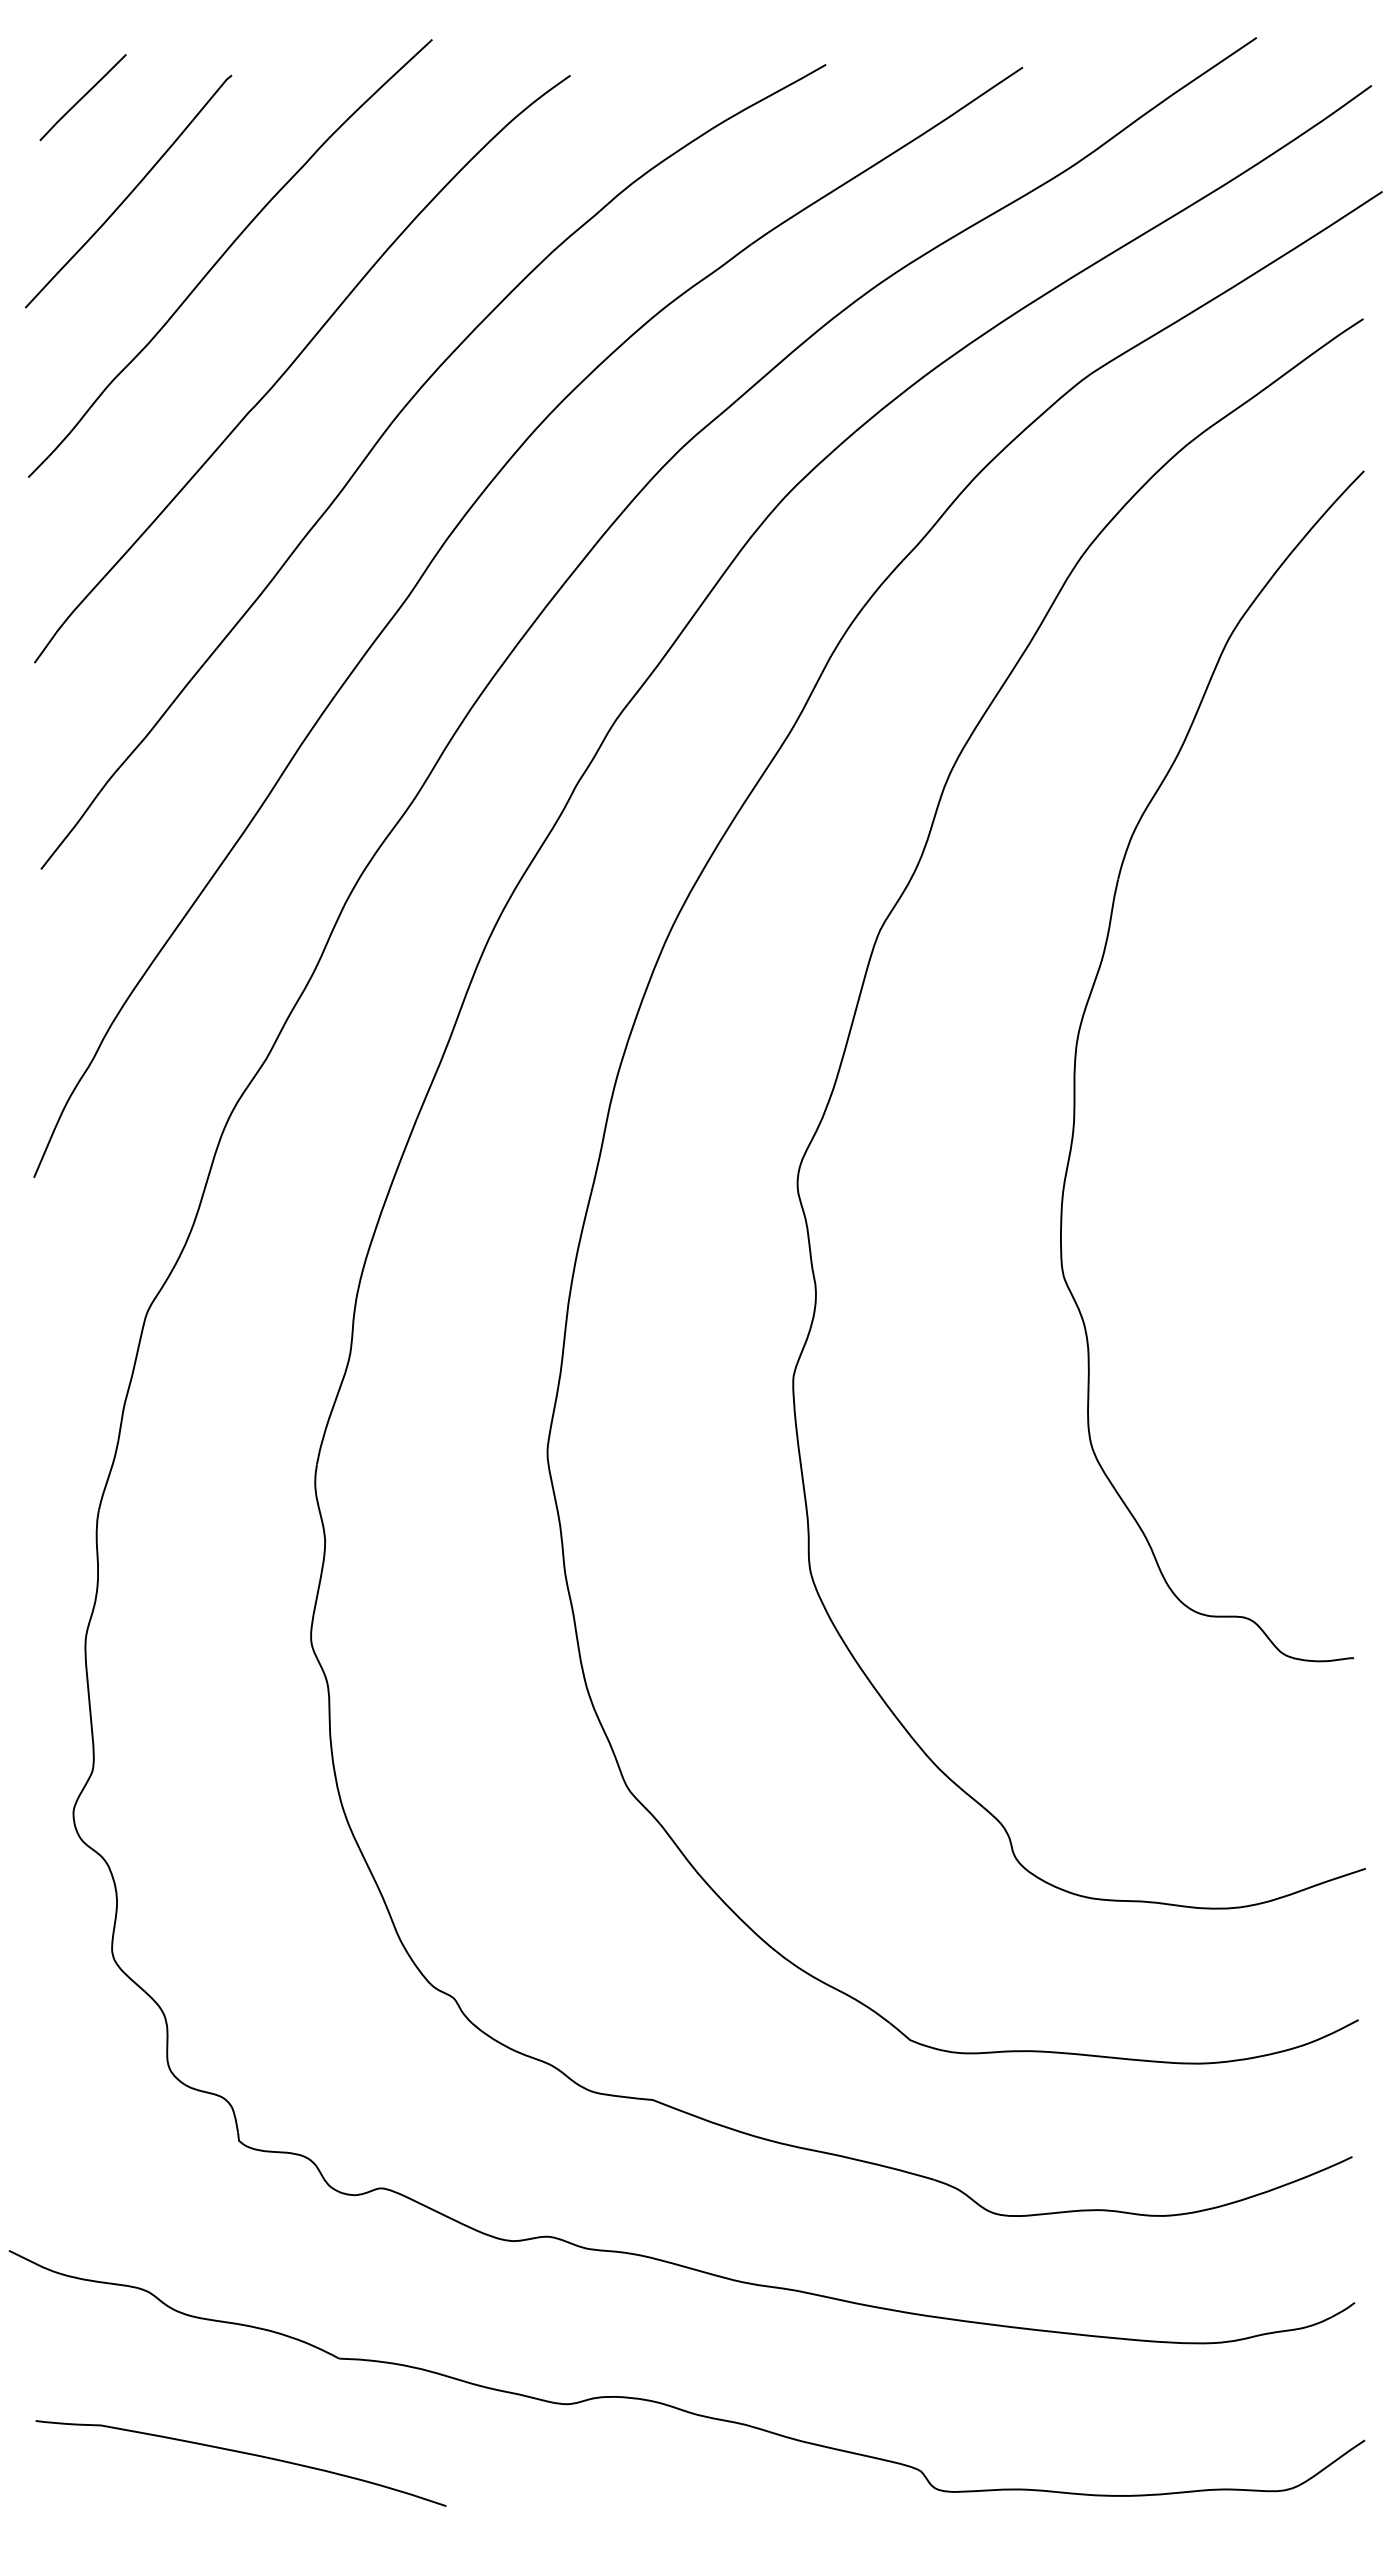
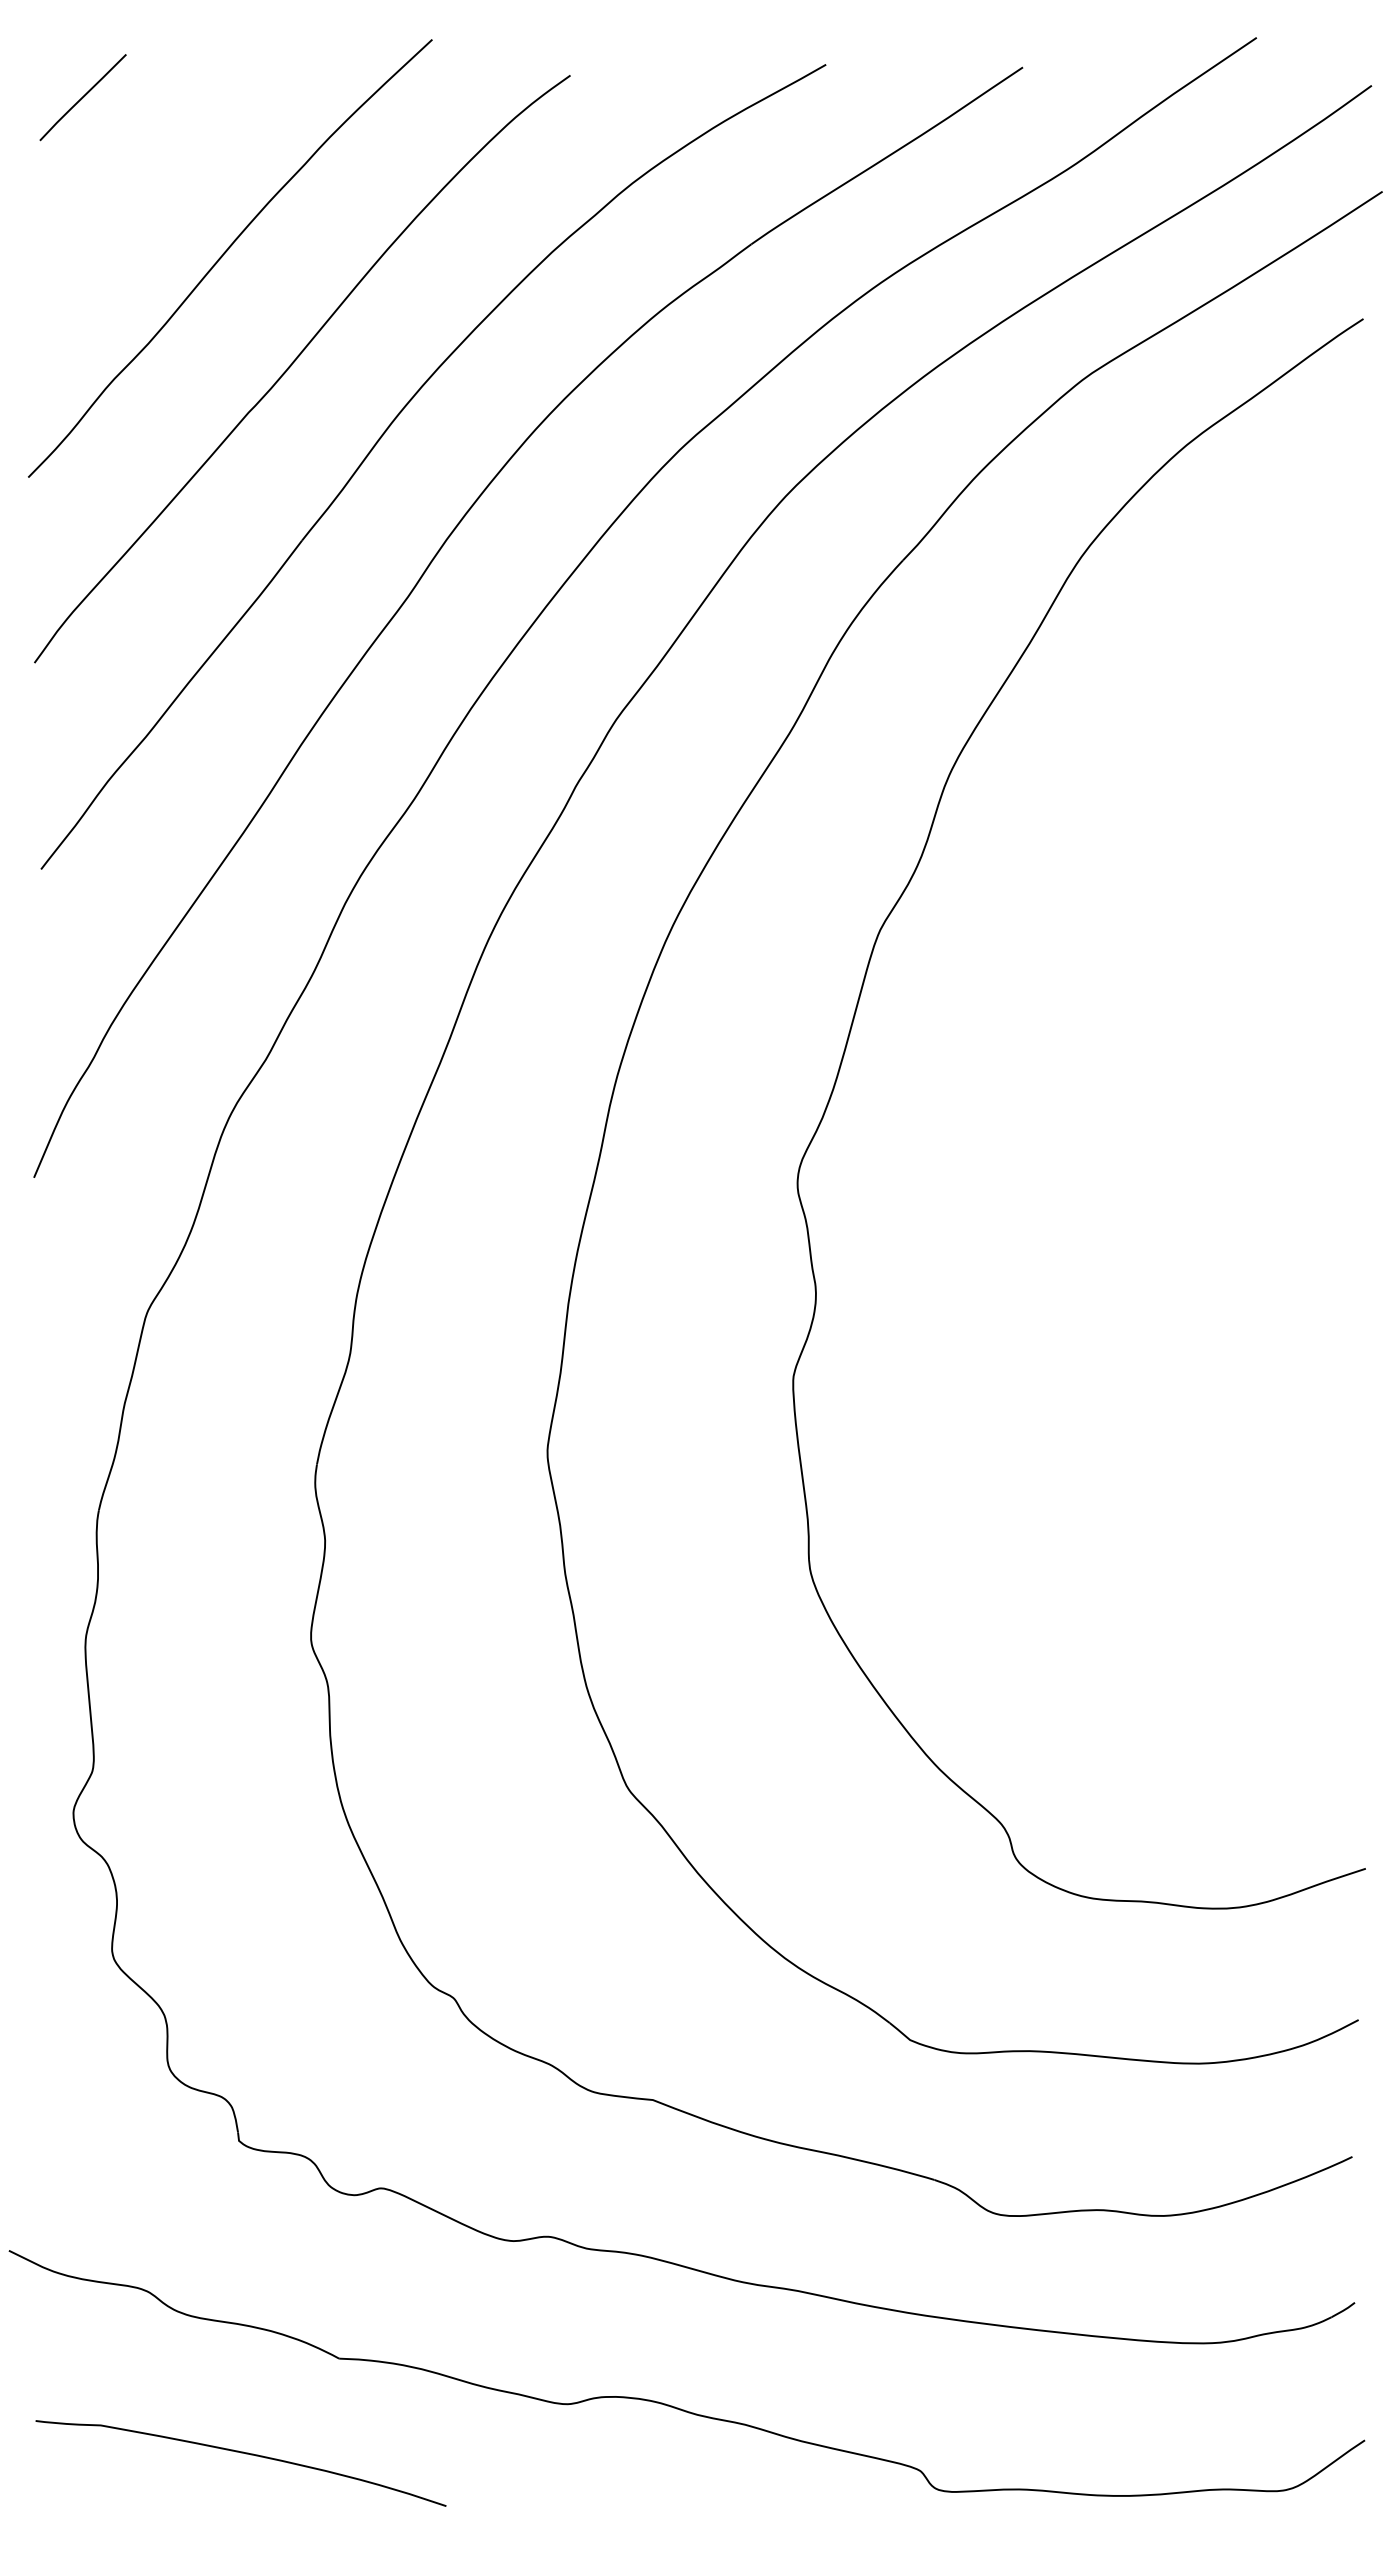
curve at (130, 192): present -> none
part at (1076, 1060): present -> none
